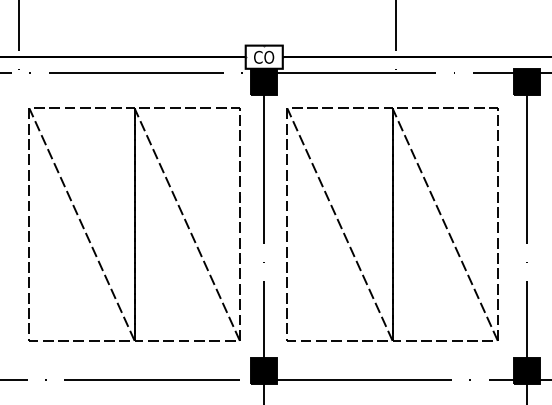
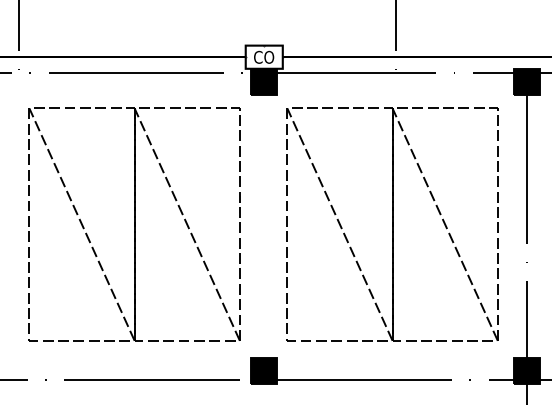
line at (264, 234): present -> none
